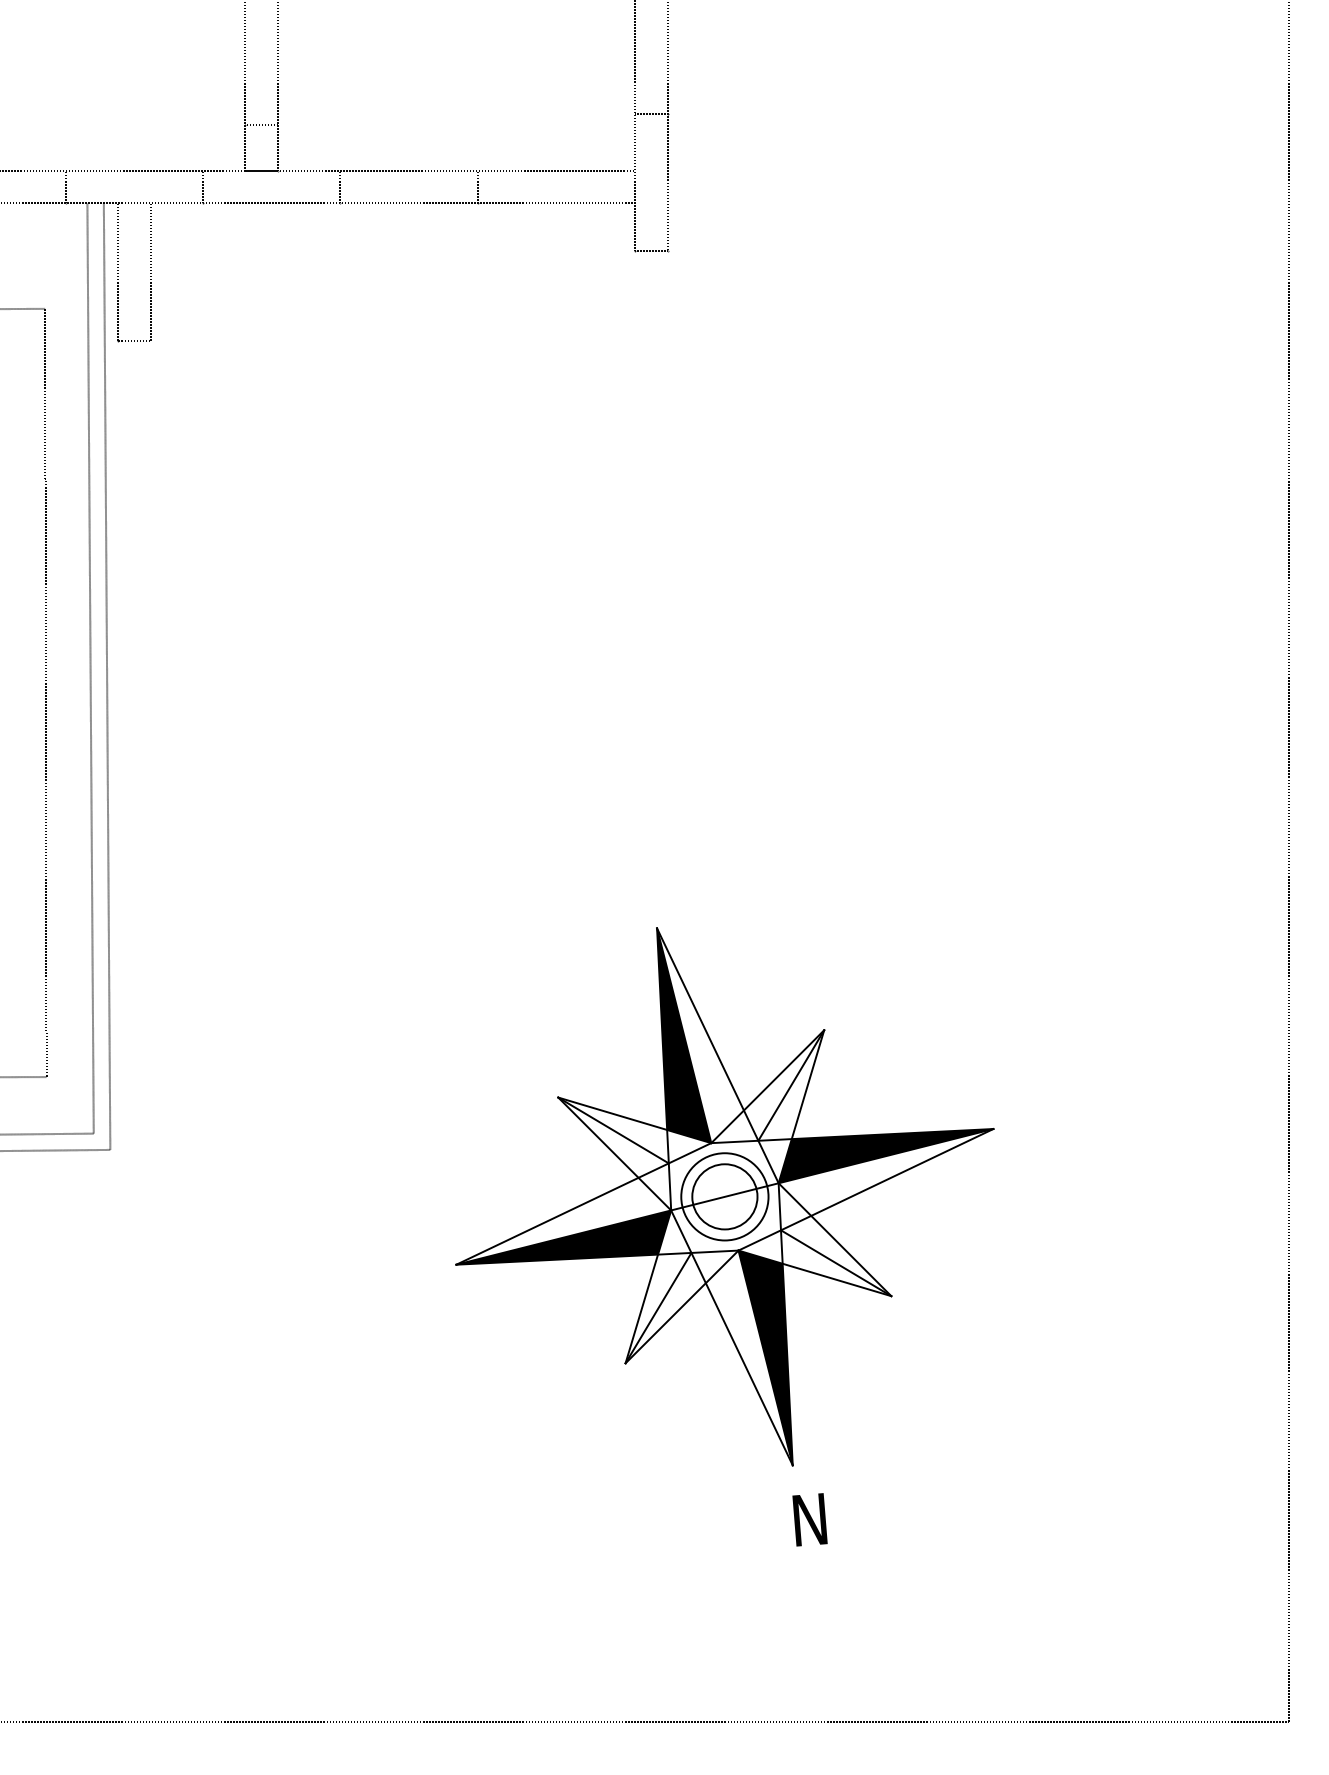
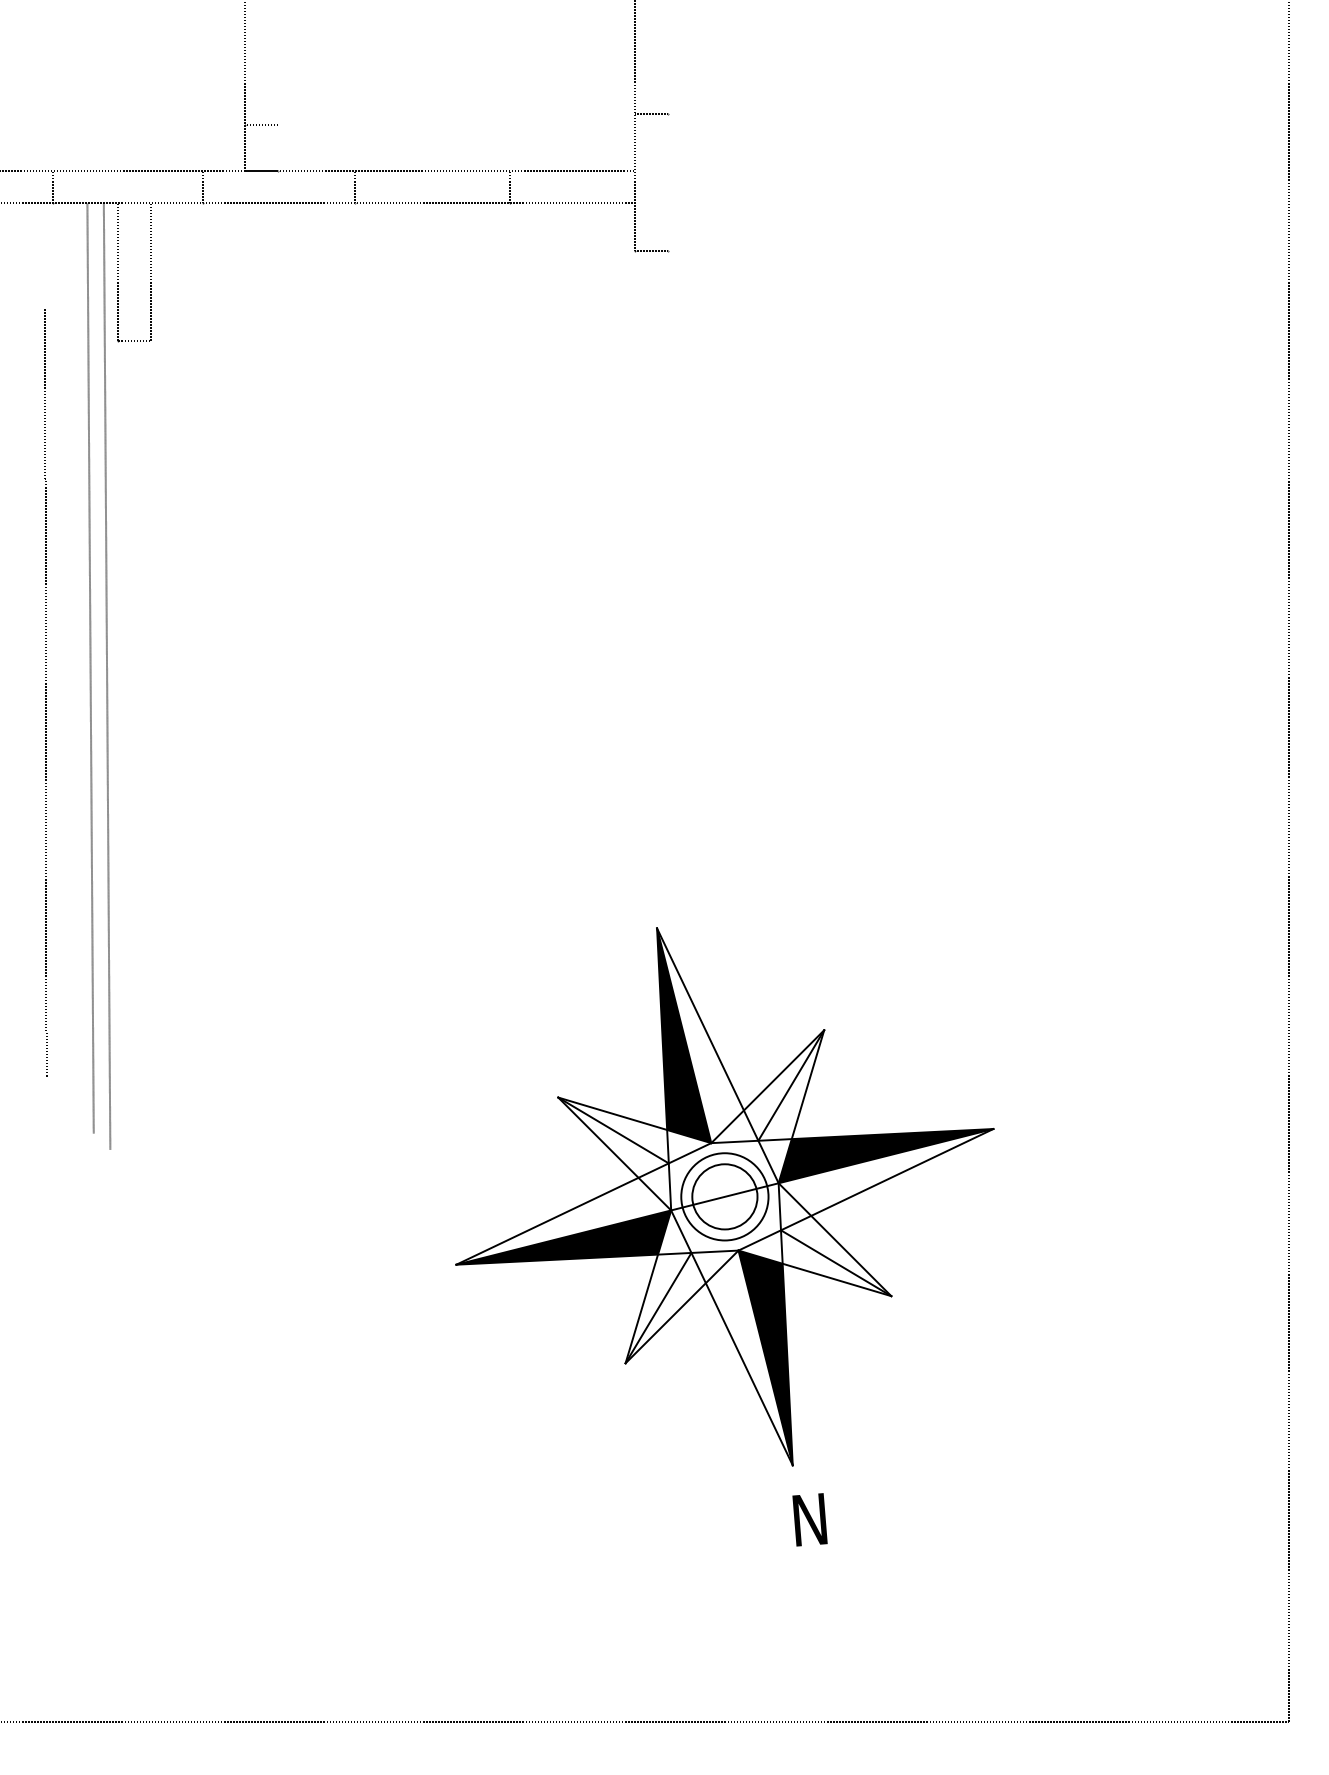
line at (277, 86): present -> none
line at (668, 126): present -> none
line at (66, 186) position: (66, 186) -> (53, 186)
line at (340, 186) position: (340, 186) -> (355, 186)
line at (477, 186) position: (477, 186) -> (509, 186)
line at (23, 308): present -> none
line at (24, 1077): present -> none
line at (47, 1133): present -> none
line at (56, 1150): present -> none
